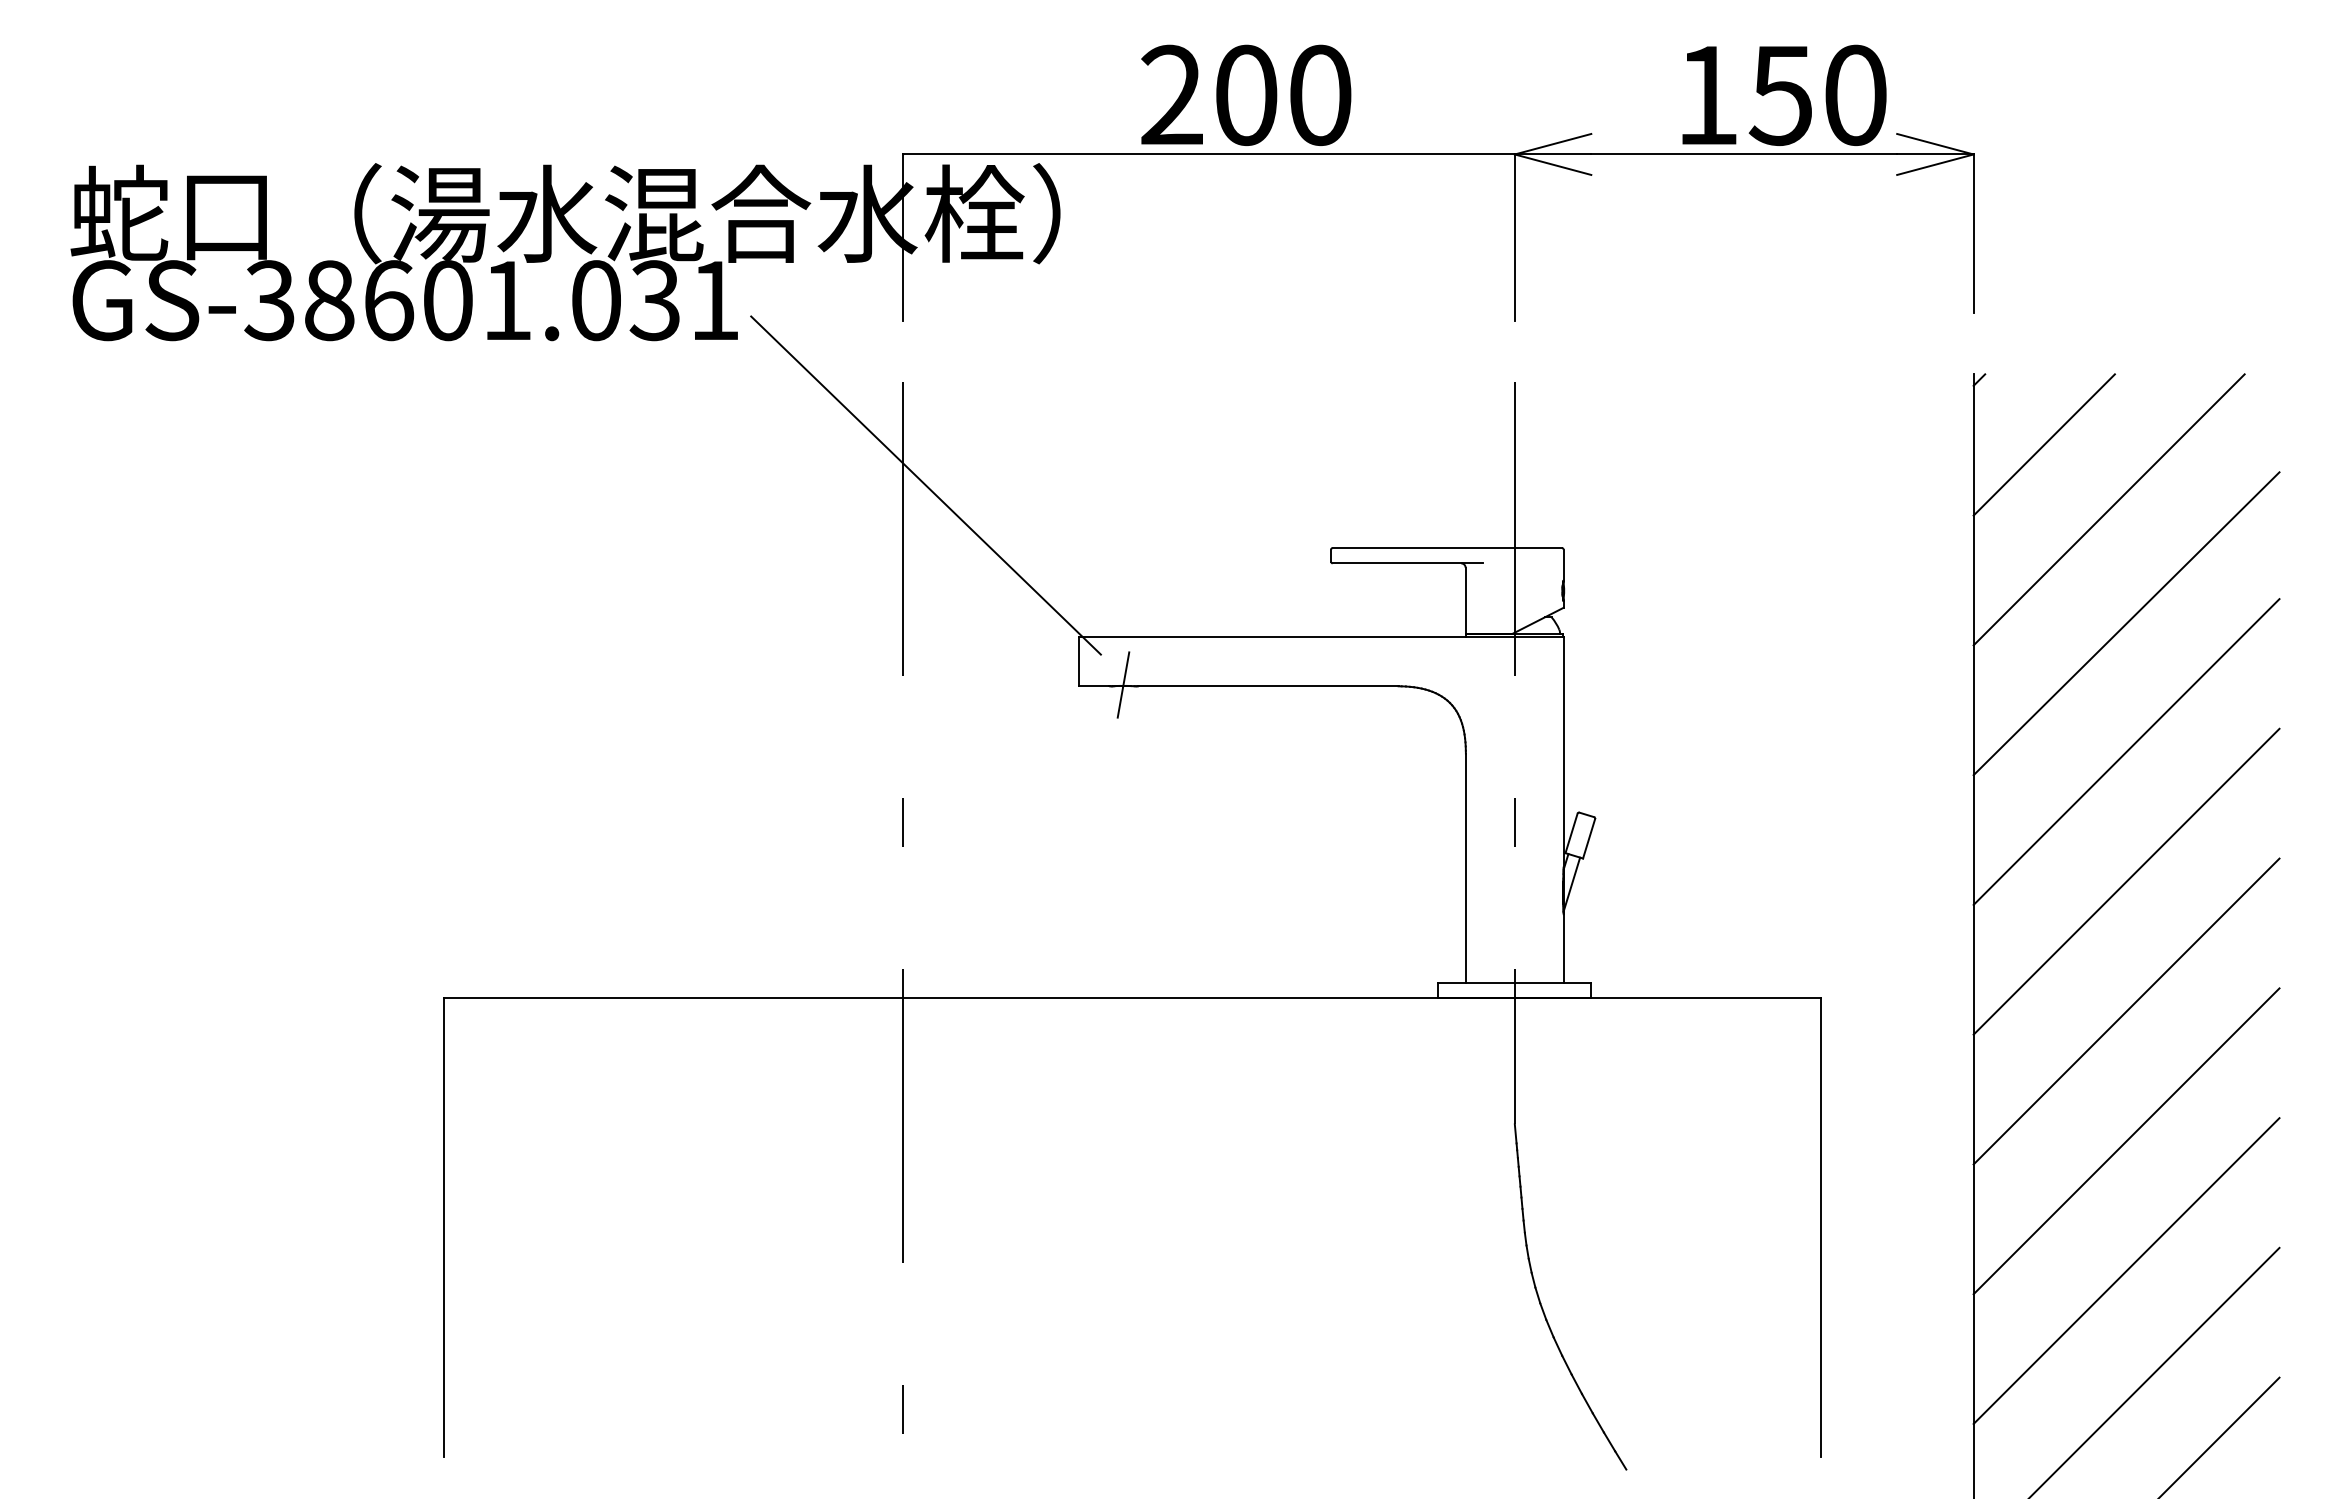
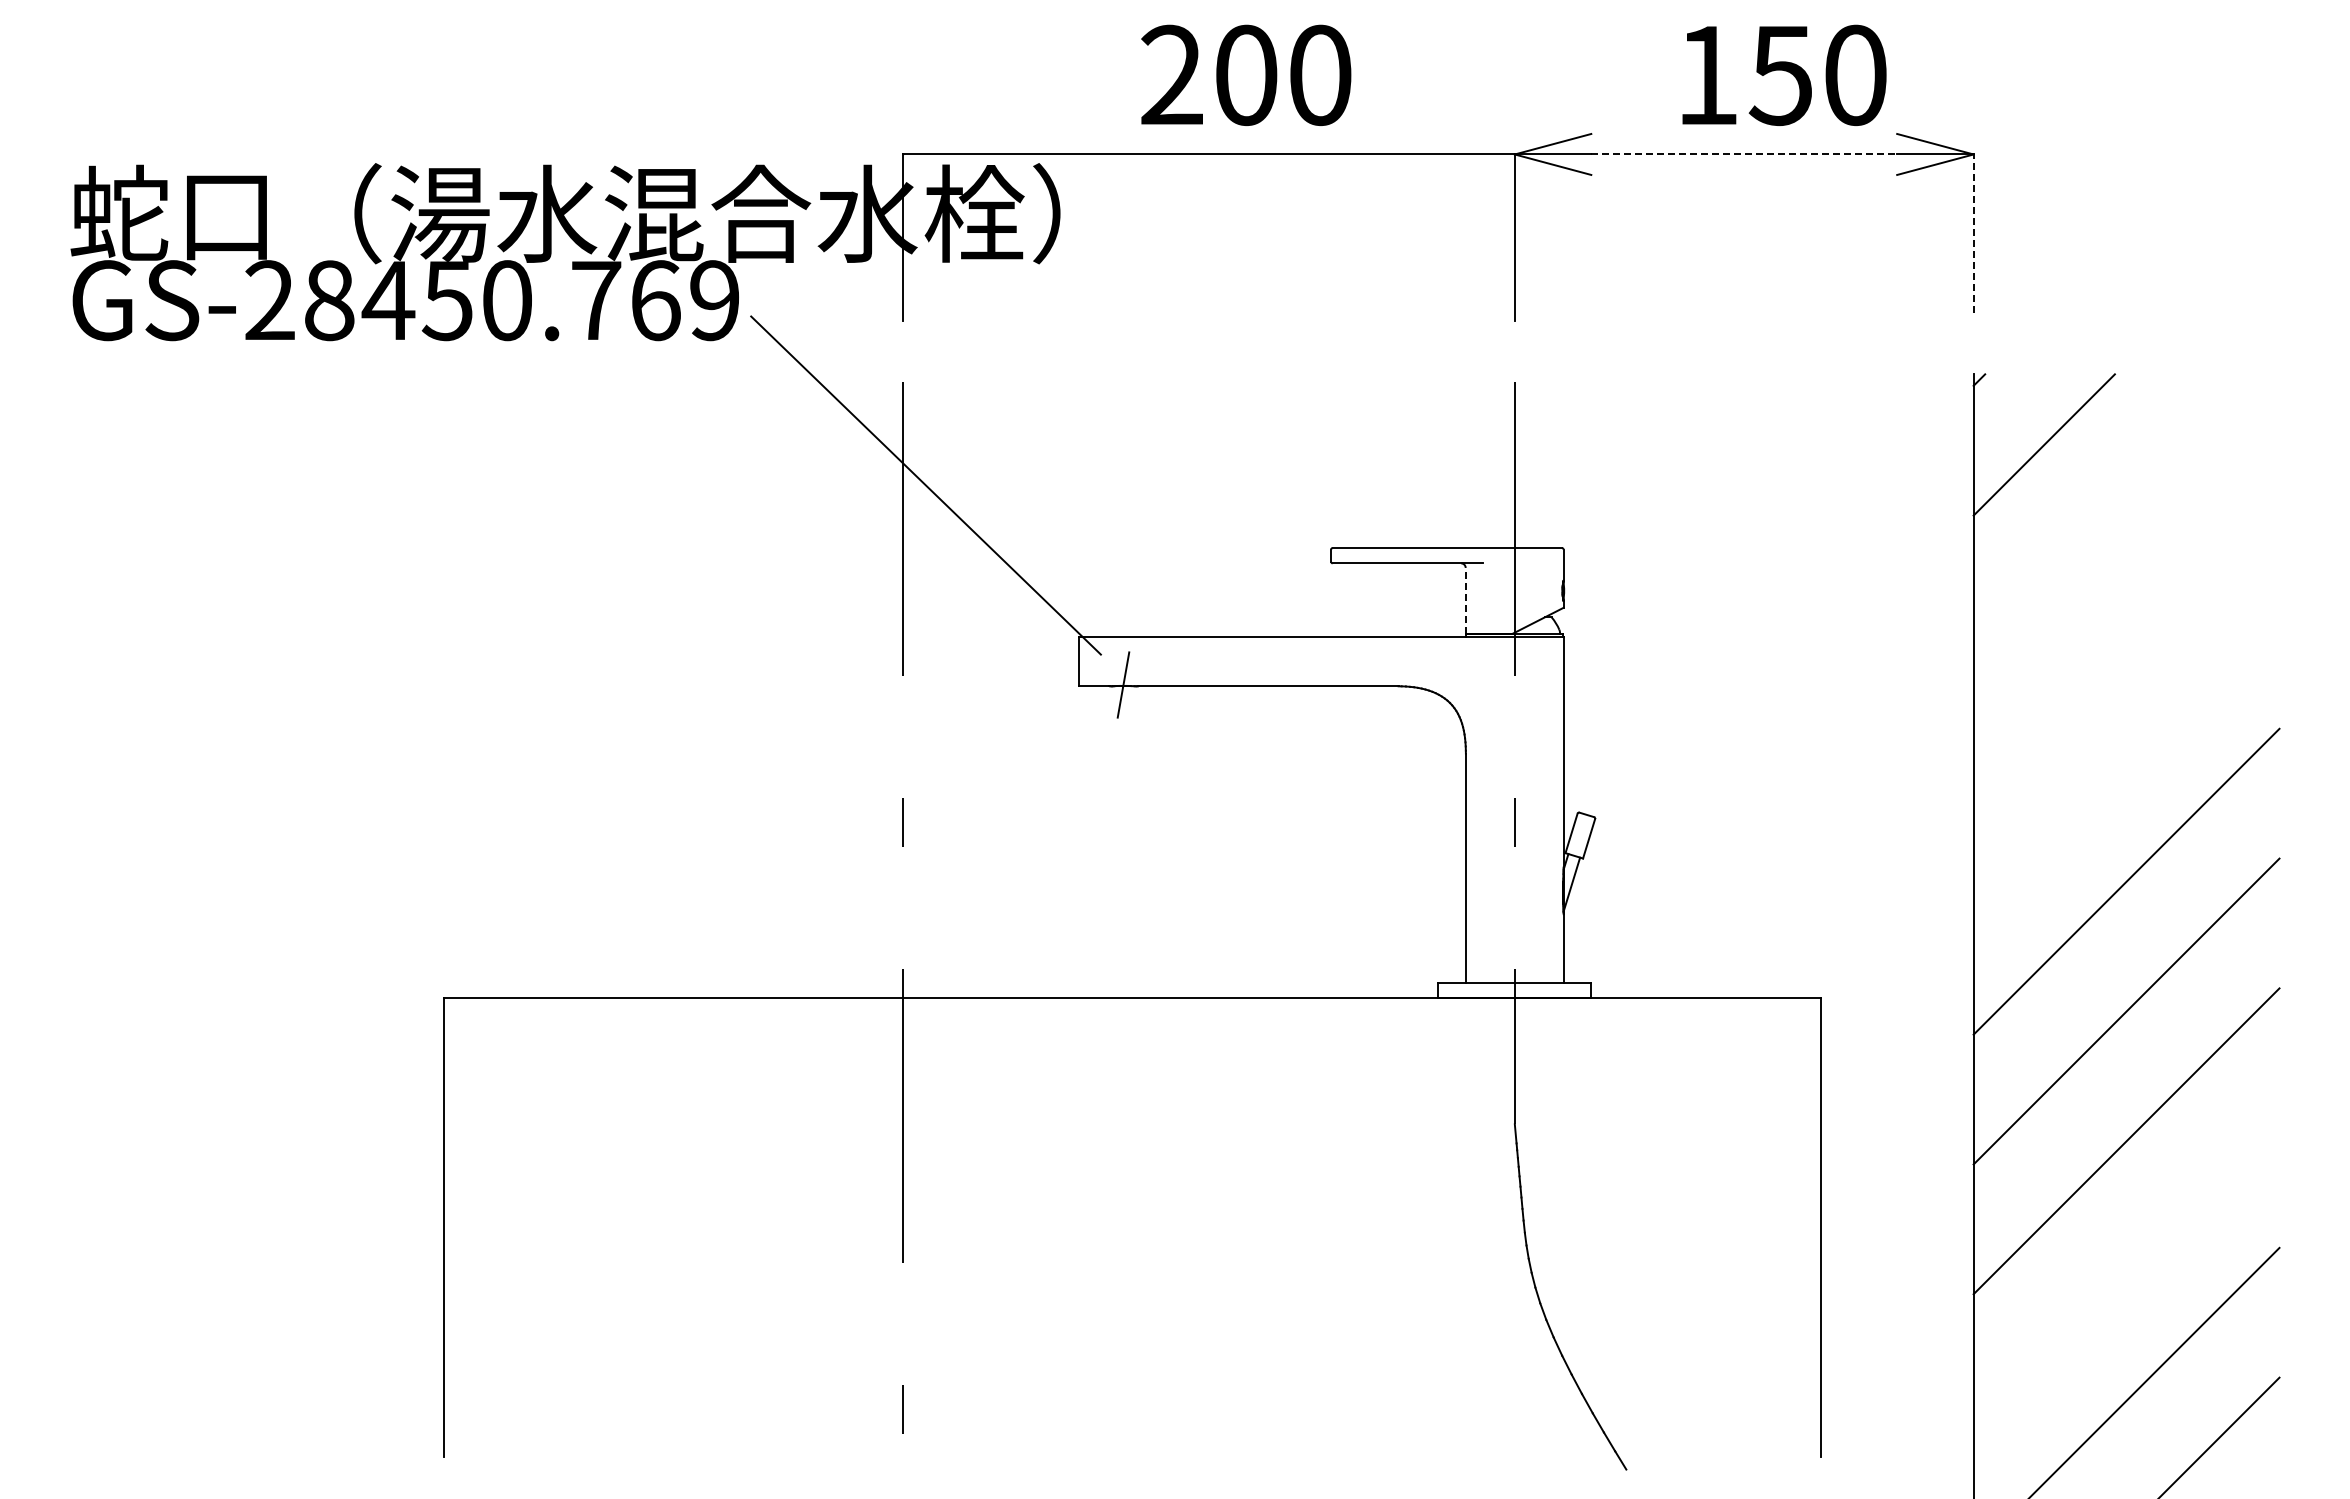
text at (1246, 94) position: (1246, 94) -> (1246, 74)
text at (1784, 94) position: (1784, 94) -> (1784, 74)
line at (1744, 154): solid -> dashed
line at (1973, 233): solid -> dashed
text at (491, 300): GS-38601.031 -> GS-28450.769
line at (2108, 509): present -> none
line at (1465, 600): solid -> dashed
line at (2126, 623): present -> none
line at (2126, 751): present -> none
line at (2126, 1271): present -> none
